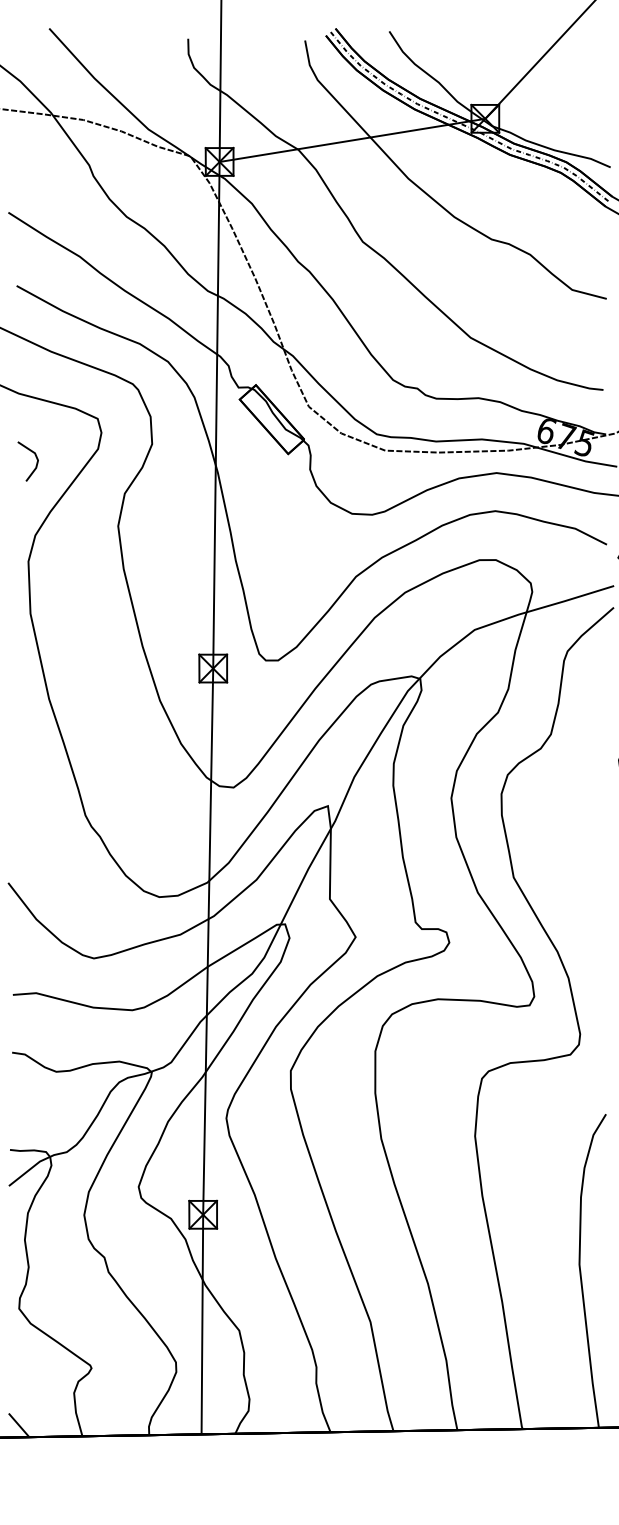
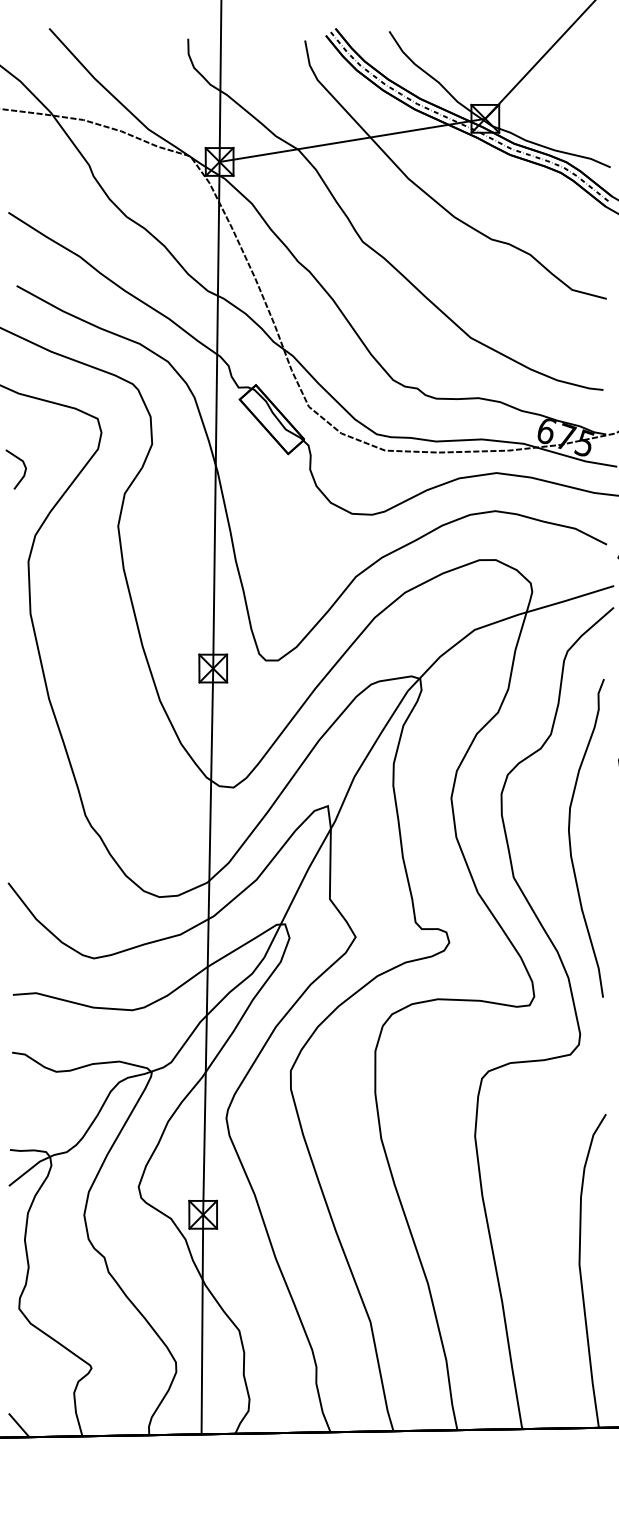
line at (35, 457) position: (35, 457) -> (23, 465)
curve at (570, 838): none -> present
